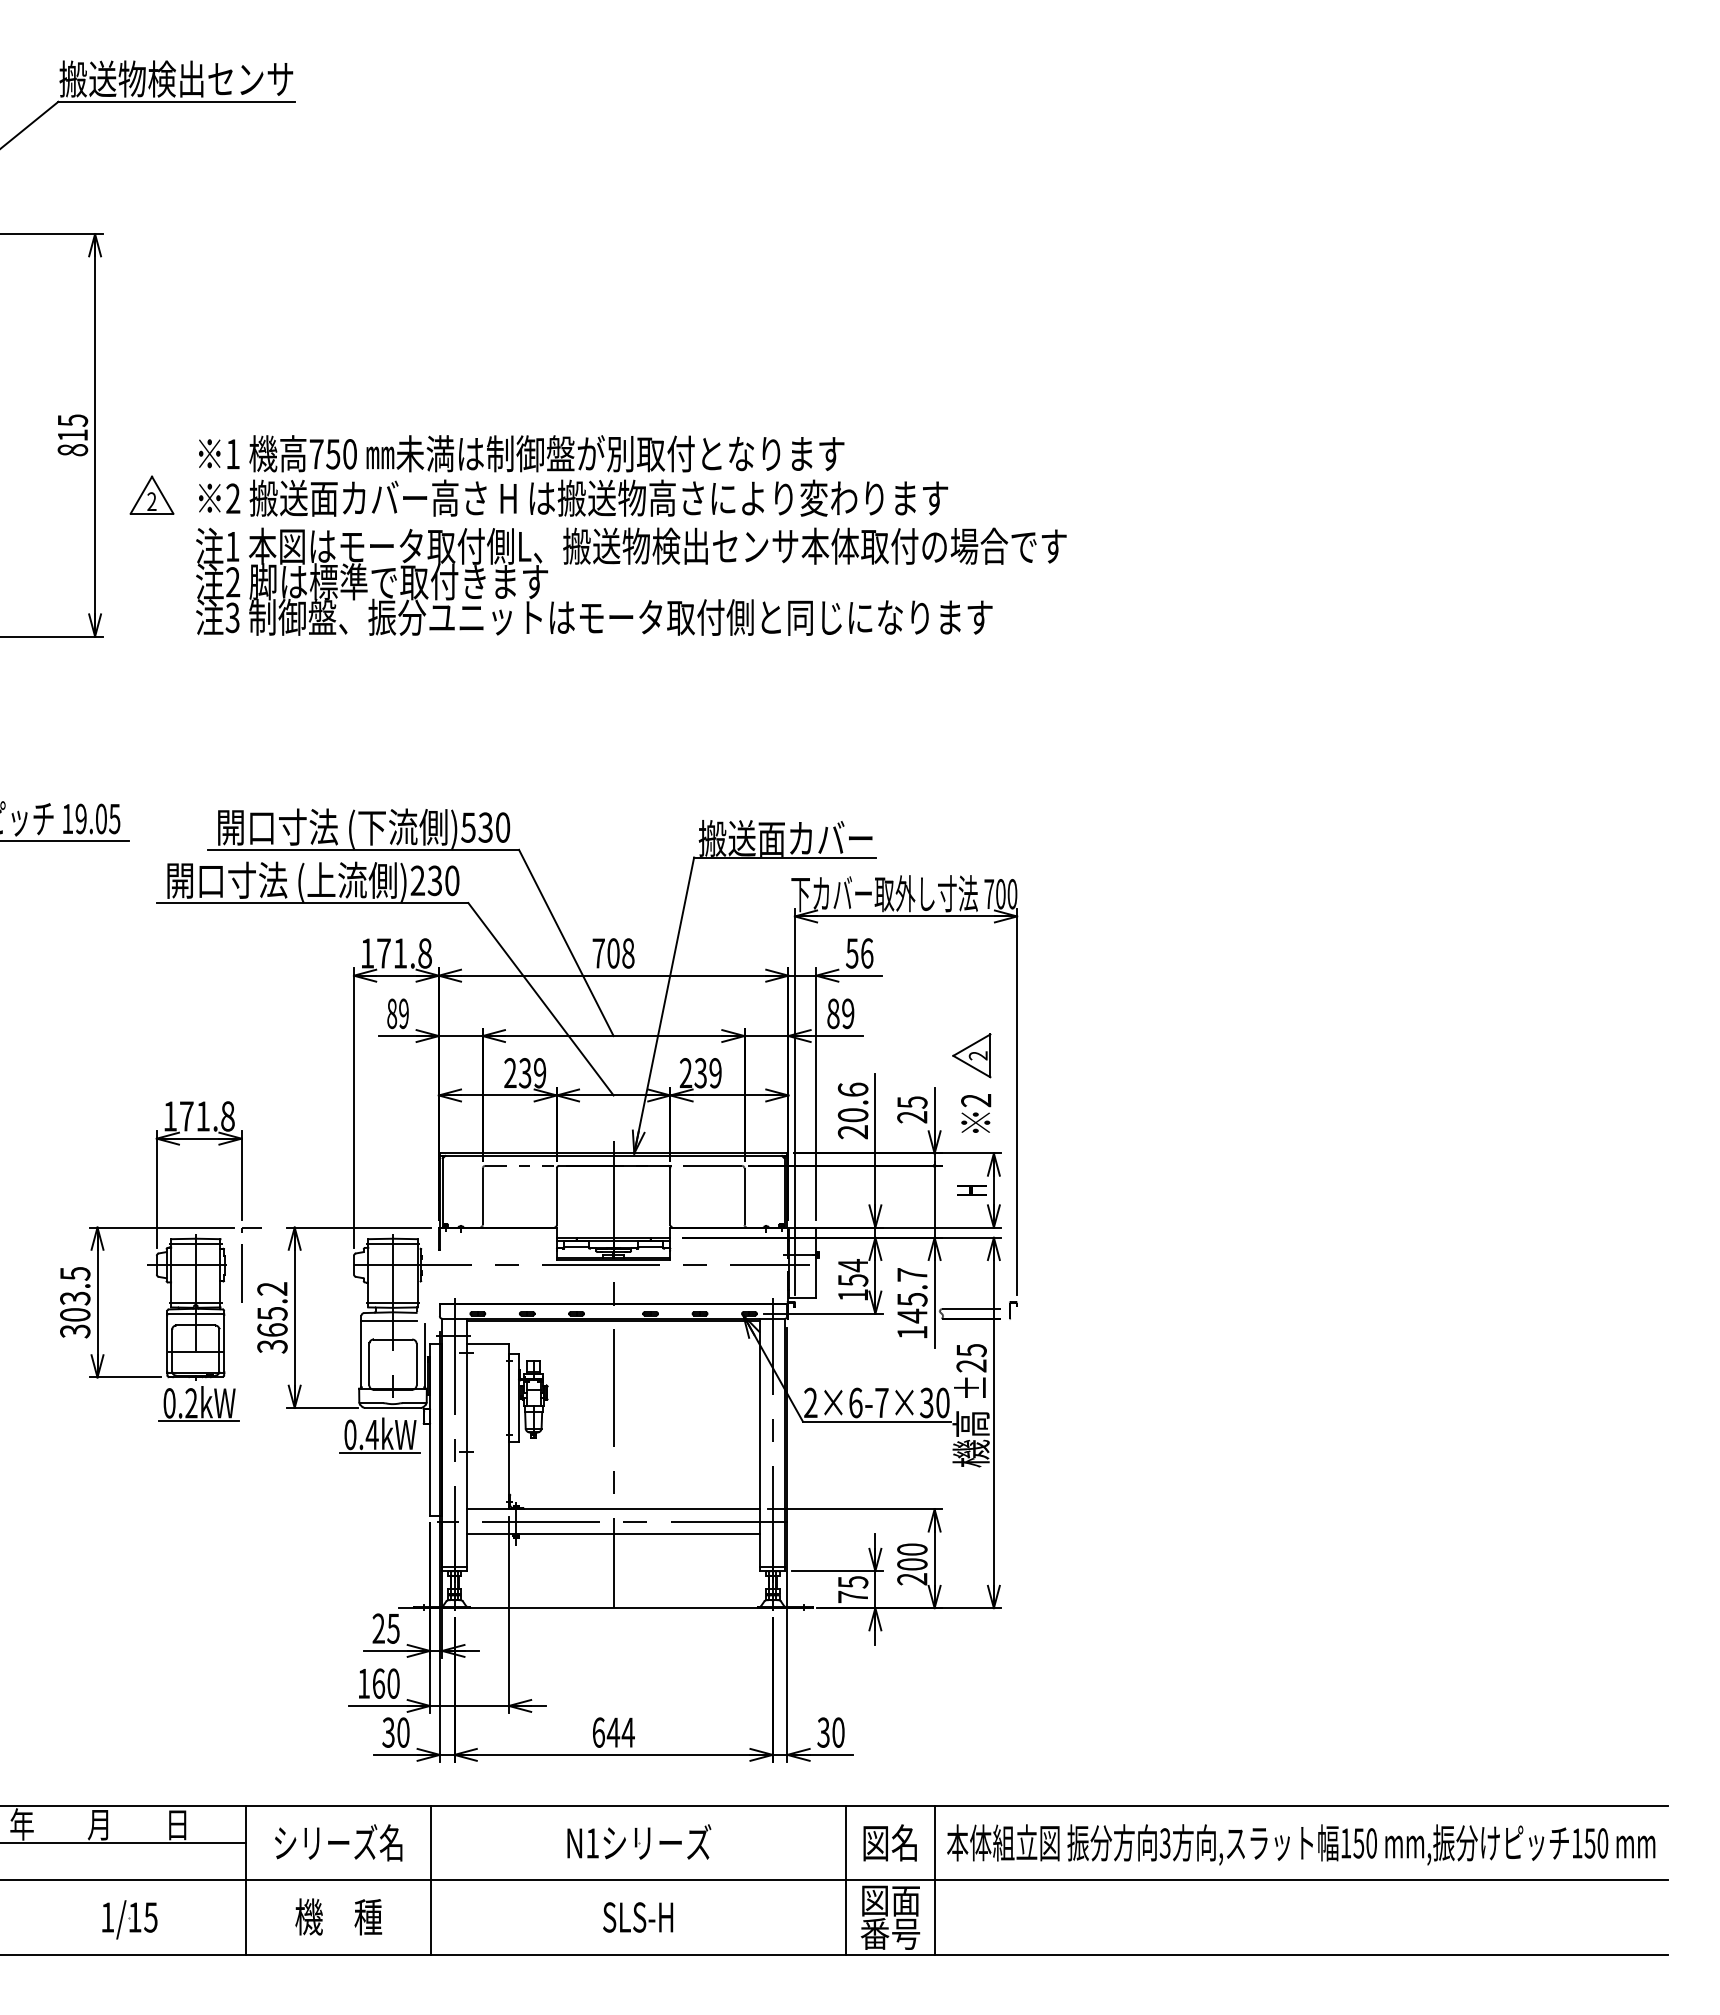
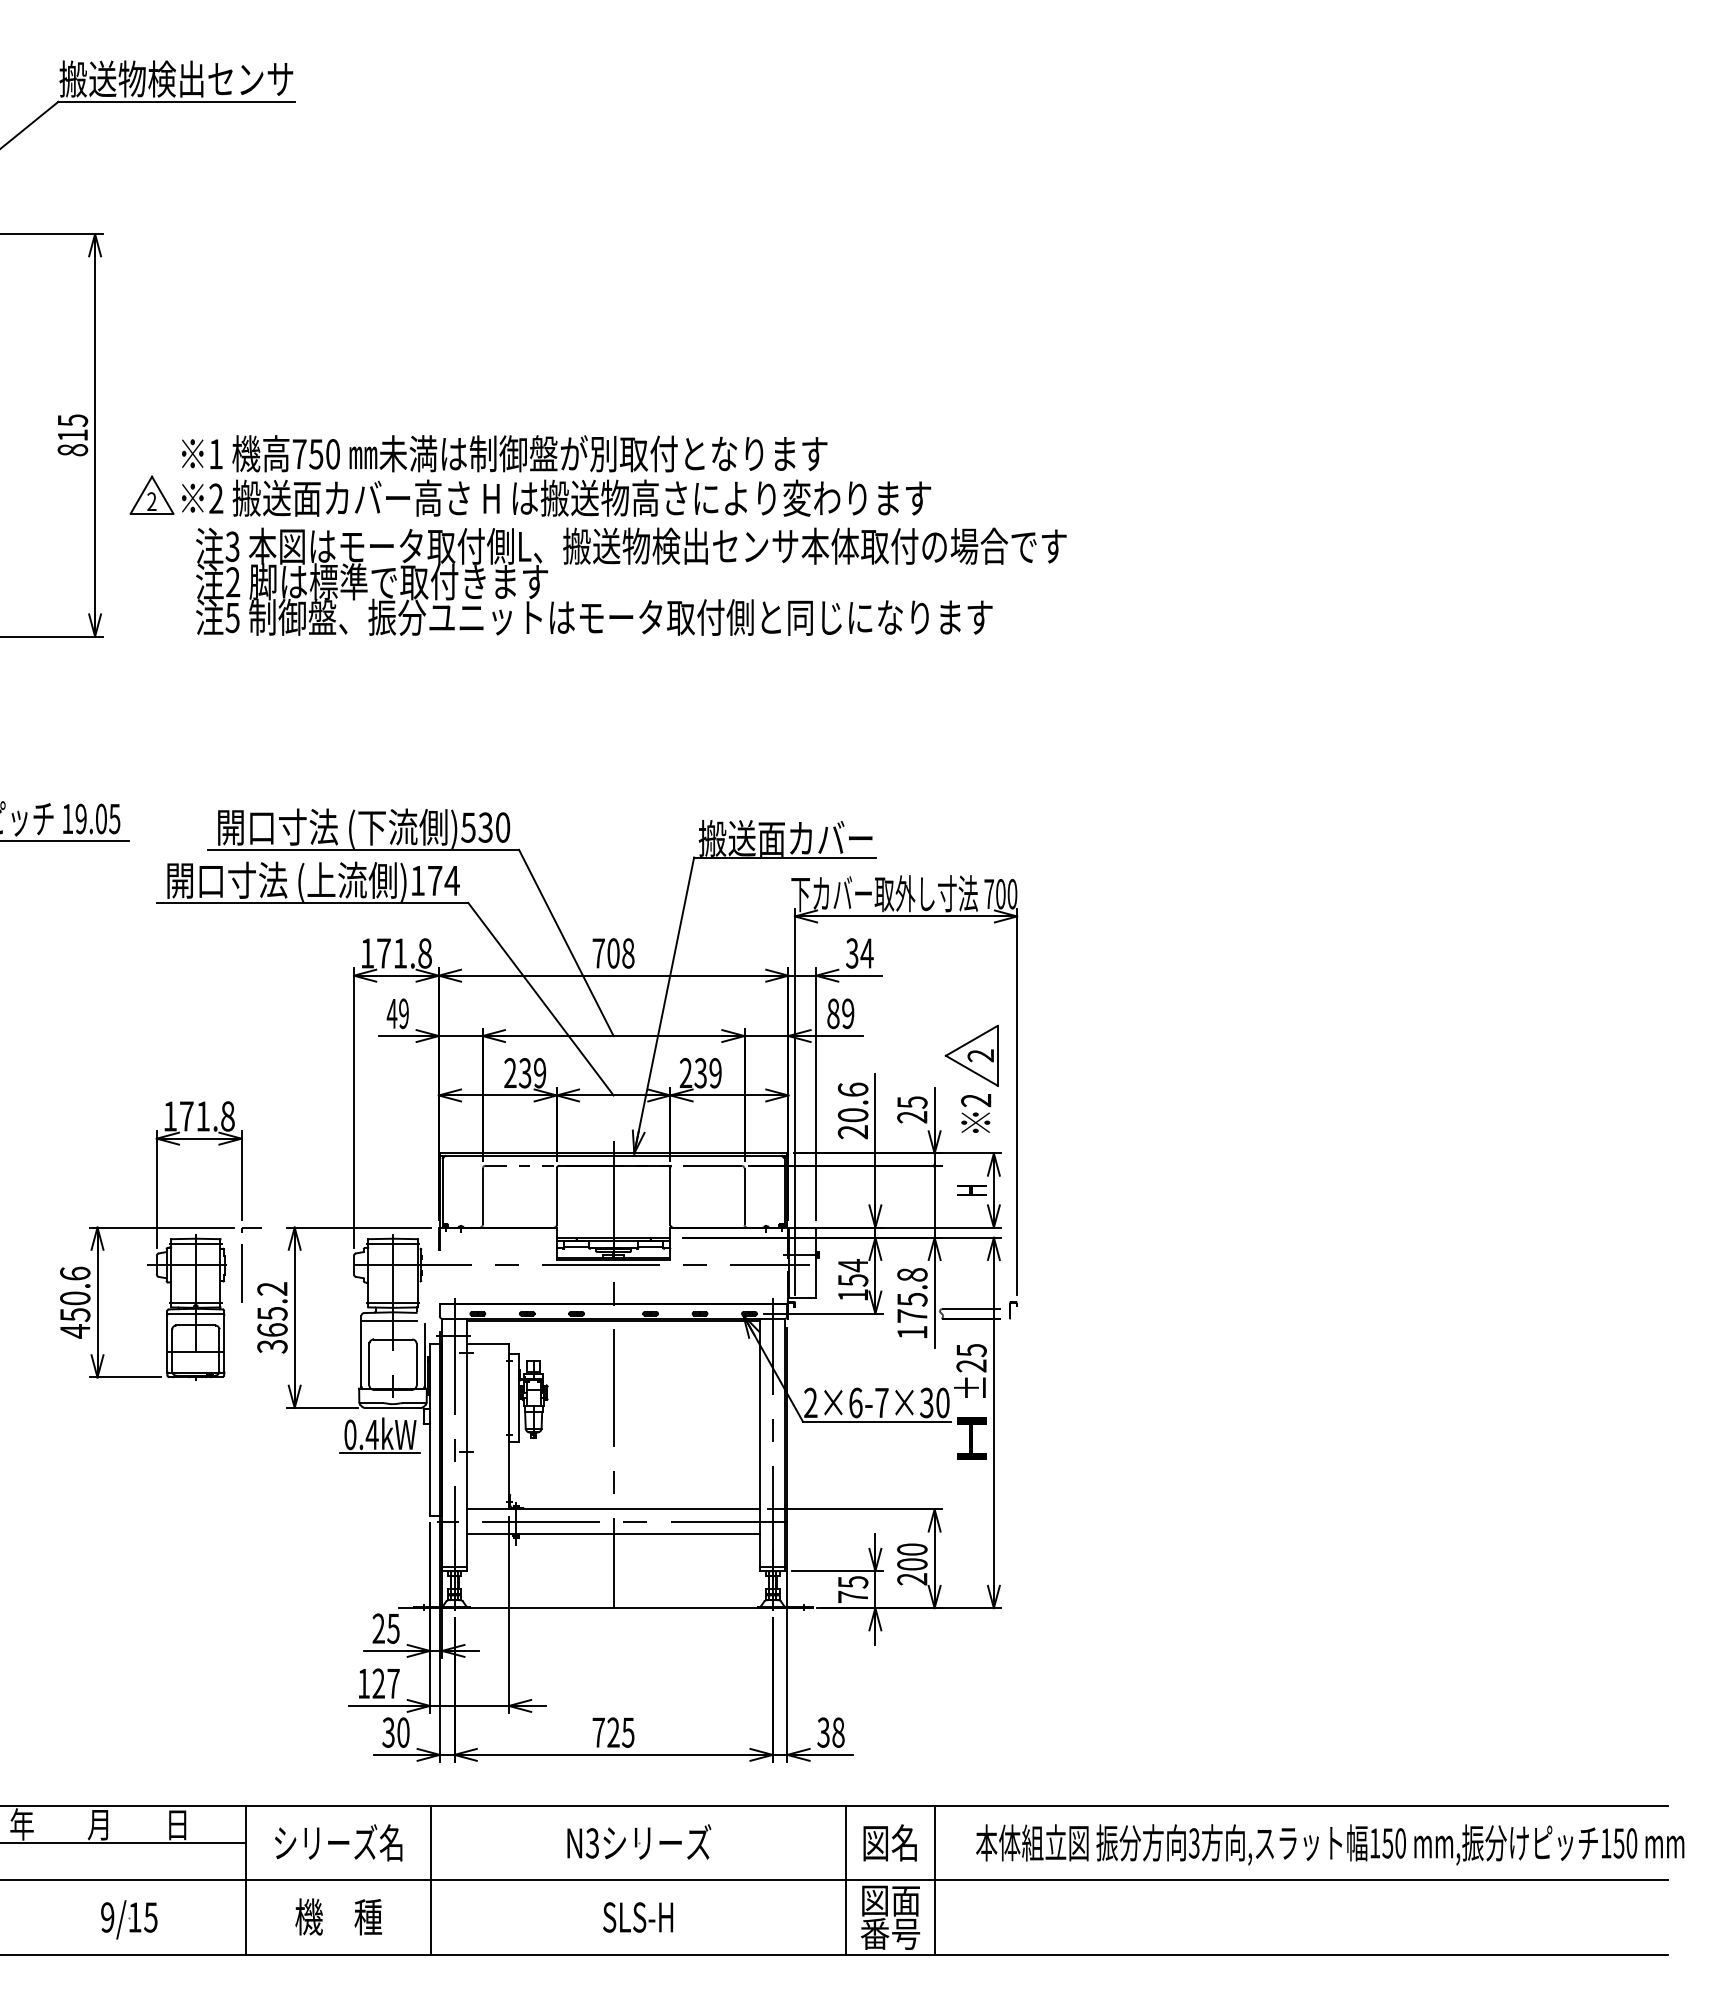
text at (573, 475) position: (573, 475) -> (556, 475)
text at (232, 546): 1 -> 3
text at (232, 617): 3 -> 5
text at (434, 880): )230 -> )174
text at (859, 953): 56 -> 34
text at (391, 1013): 89 -> 49
part at (971, 1055) size: 40x46 px -> 55x63 px
text at (912, 1295): 145.7 -> 175.8
text at (75, 1302): 303.5 -> 450.6
part at (198, 1403): present -> none
text at (970, 1439): 機高 -> H
text at (385, 1683): 160 -> 127
text at (613, 1732): 644 -> 725
text at (838, 1732): 30 -> 38
text at (592, 1843): N1 -> N3
text at (1301, 1844) position: (1301, 1844) -> (1330, 1844)
text at (107, 1917): 1/15 -> 9/15
